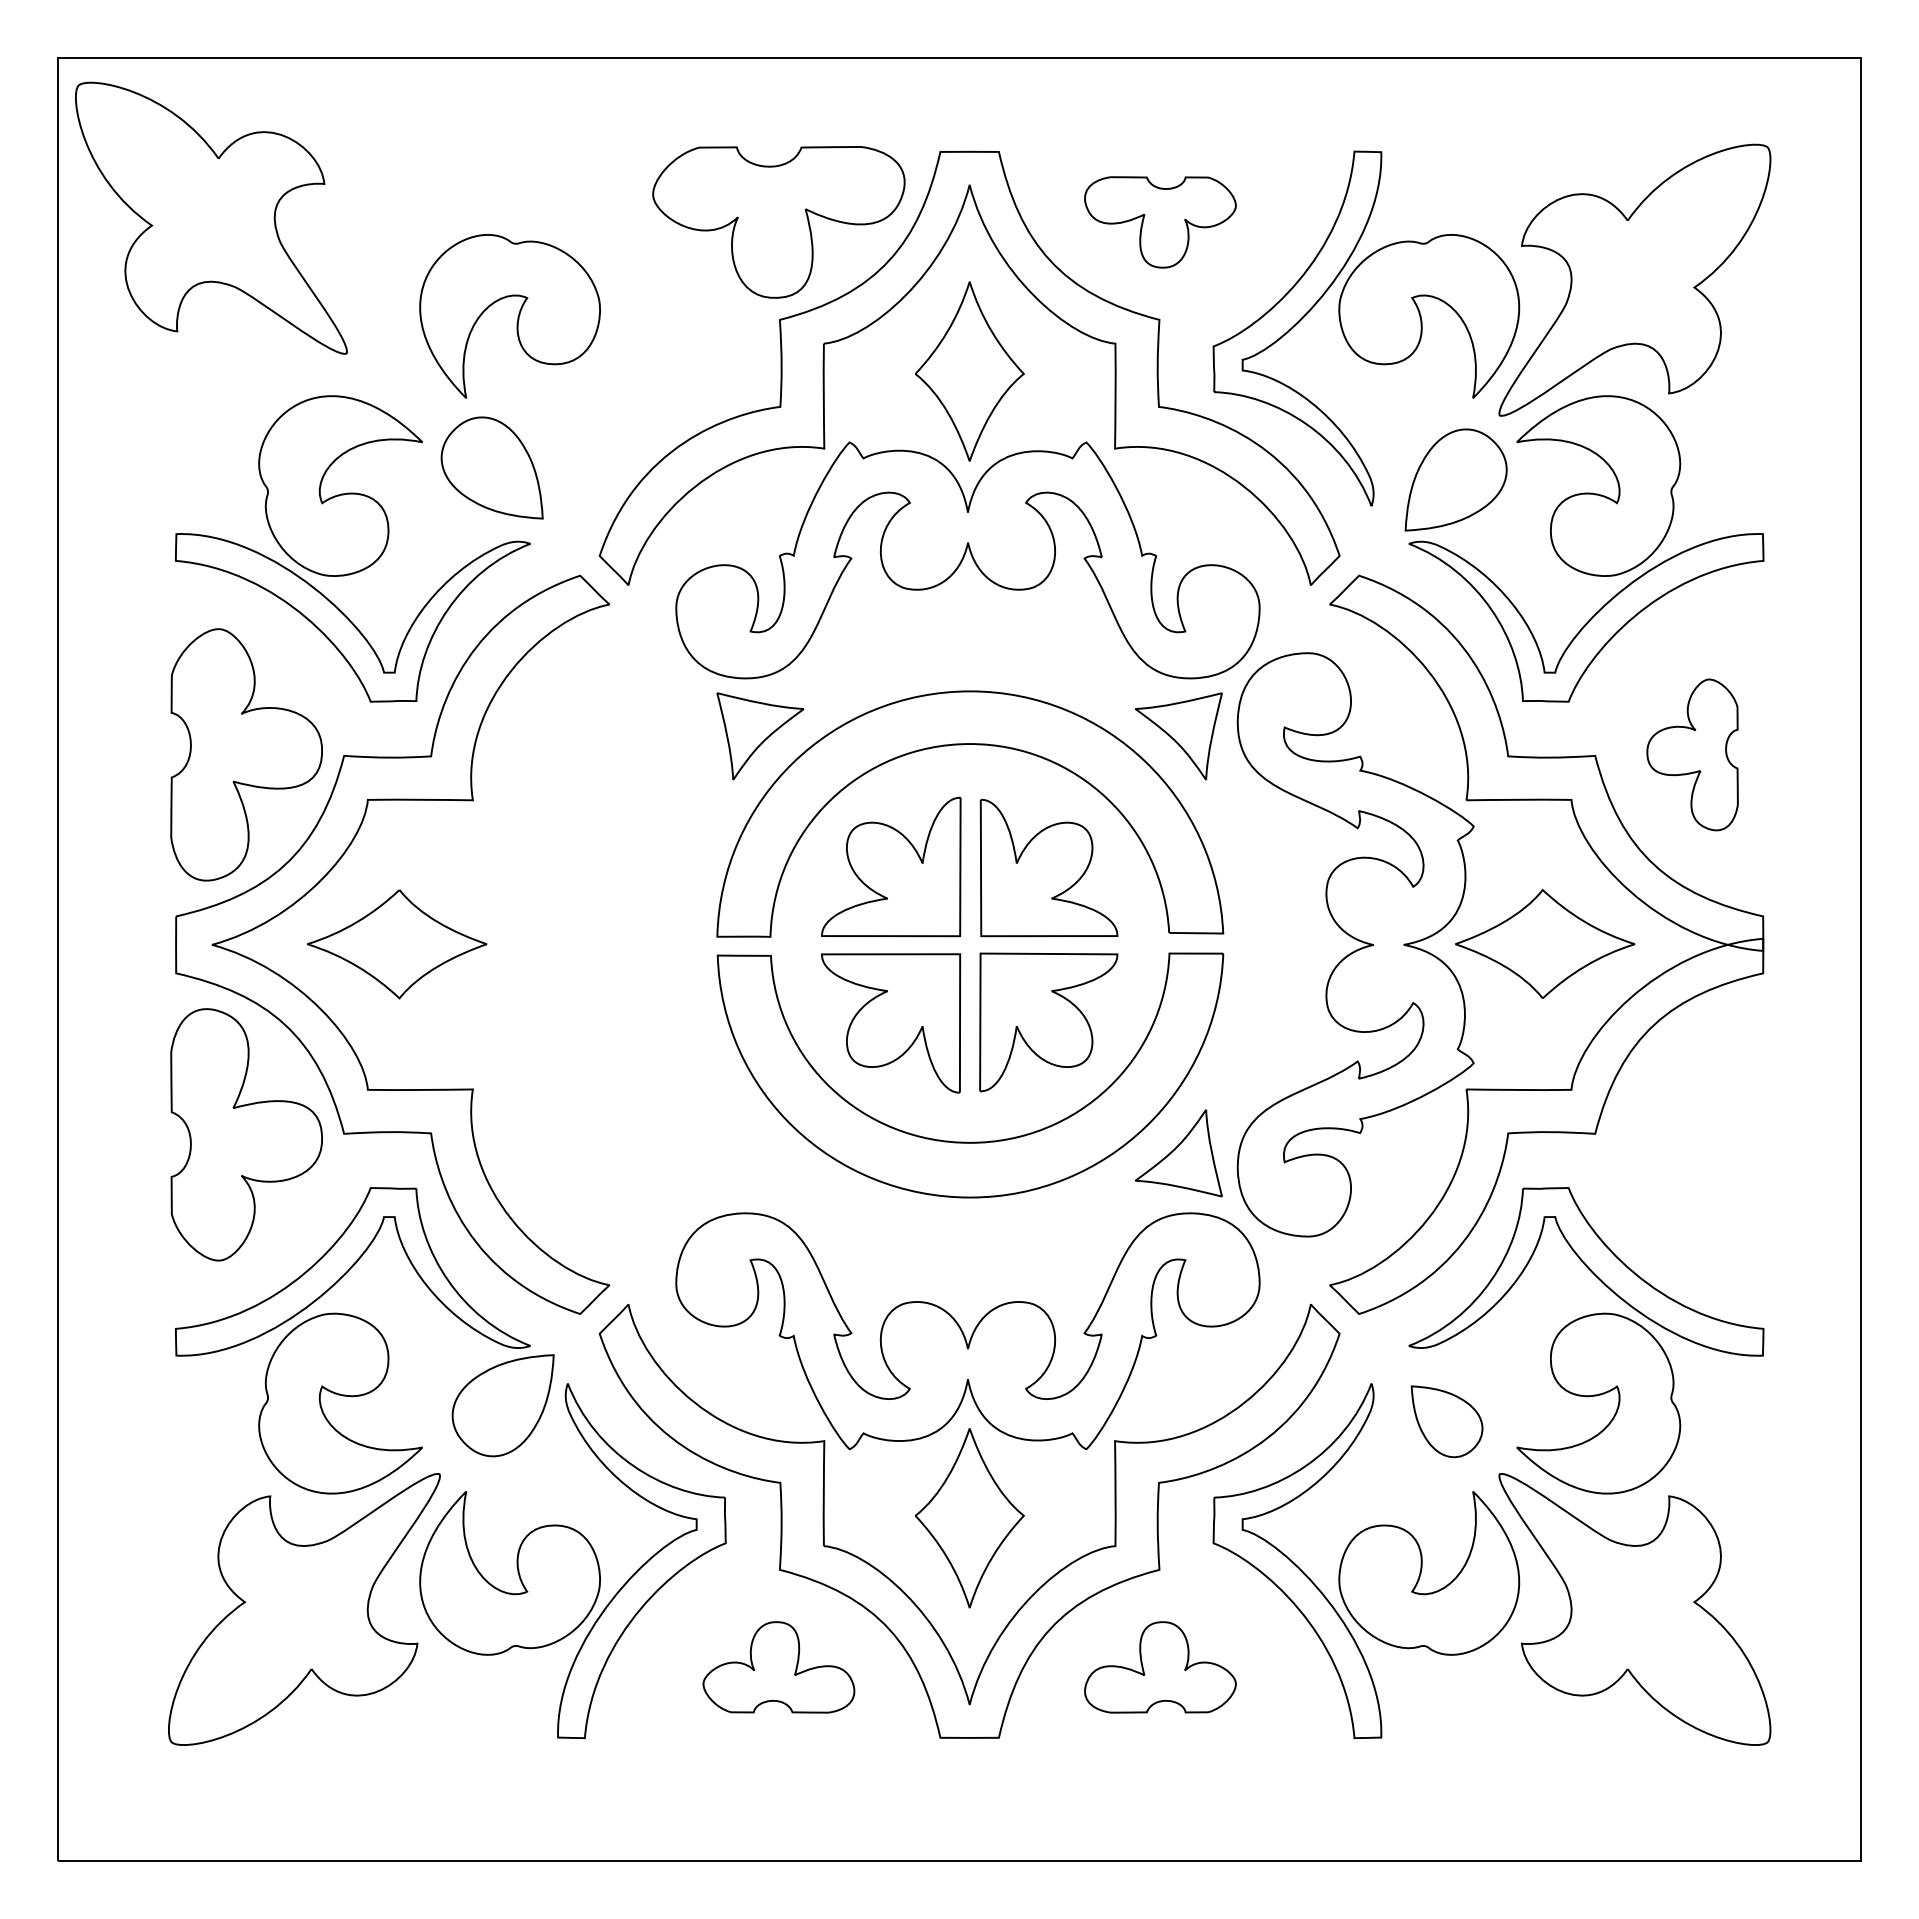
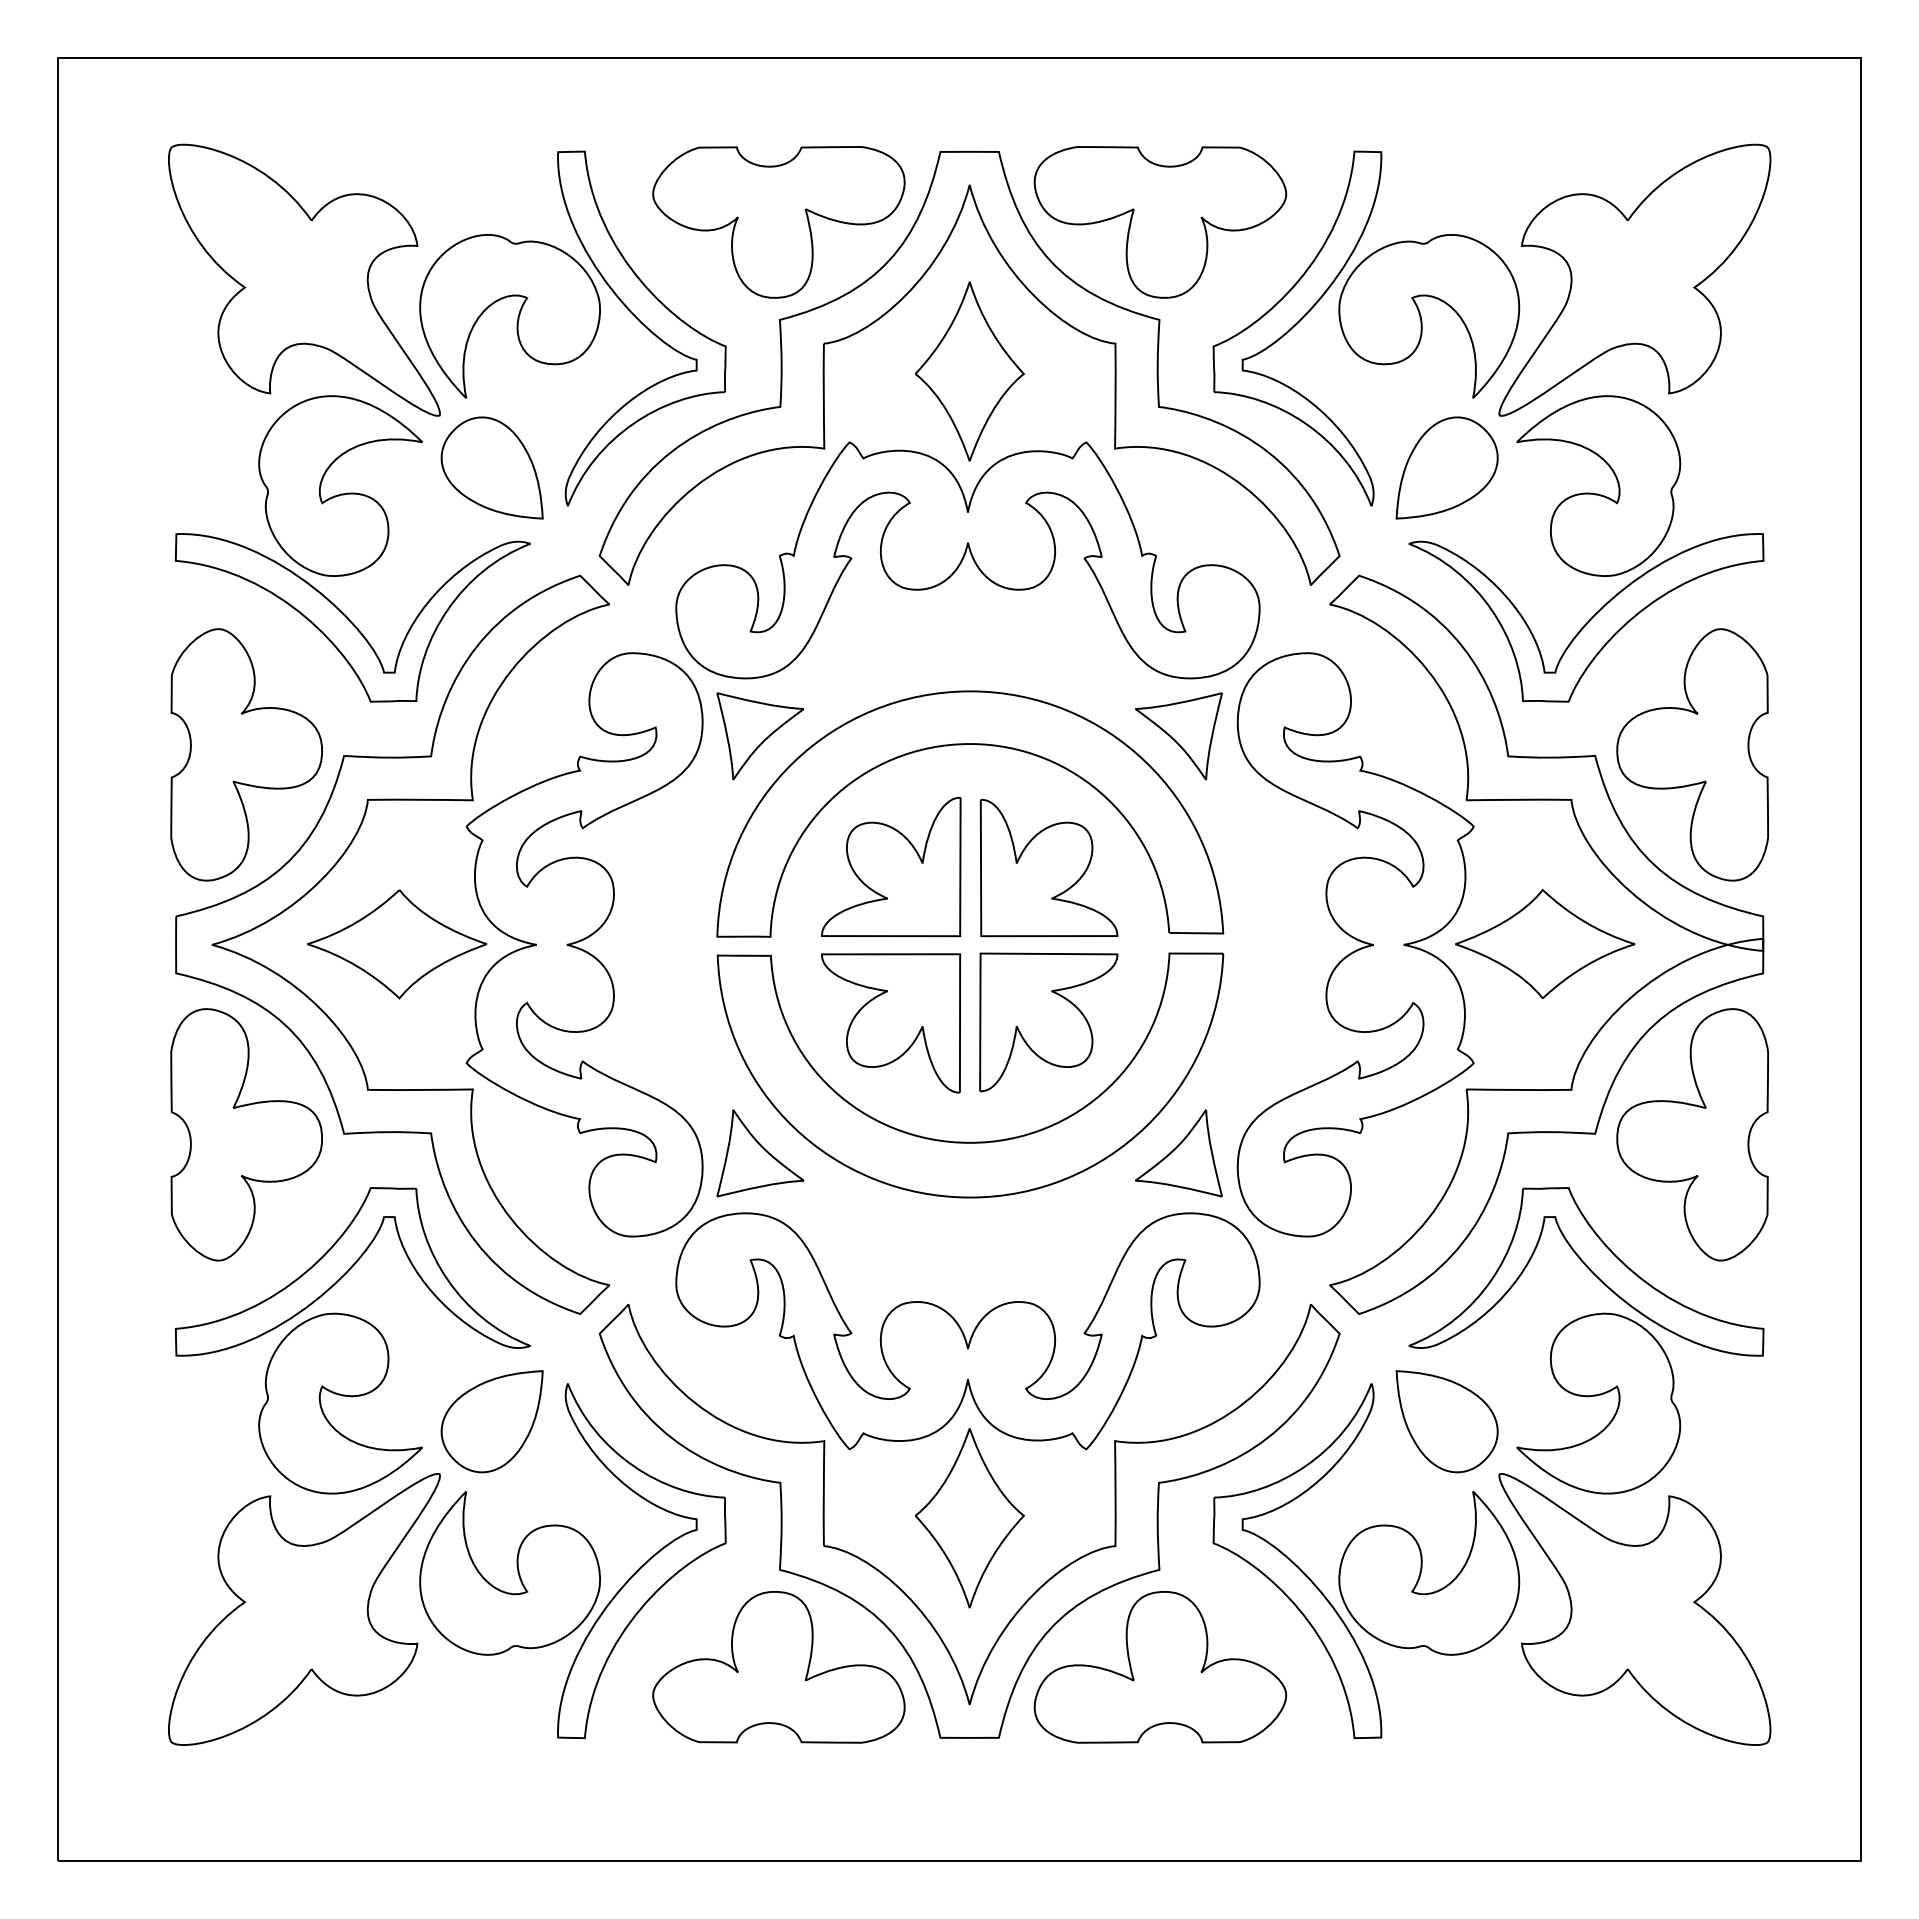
part at (211, 217) position: (211, 217) -> (304, 279)
part at (1160, 222) size: 153x93 px -> 255x153 px
part at (641, 328): none -> present
part at (1455, 479) position: (1455, 479) -> (1446, 467)
part at (1692, 754) size: 93x154 px -> 153x254 px
part at (584, 944): none -> present
part at (1692, 1134): none -> present
part at (760, 1153): none -> present
part at (502, 1405) position: (502, 1405) -> (491, 1421)
part at (1446, 1421) size: 74x74 px -> 104x104 px
part at (778, 1667) size: 154x93 px -> 254x153 px
part at (1160, 1667) size: 153x93 px -> 255x153 px
